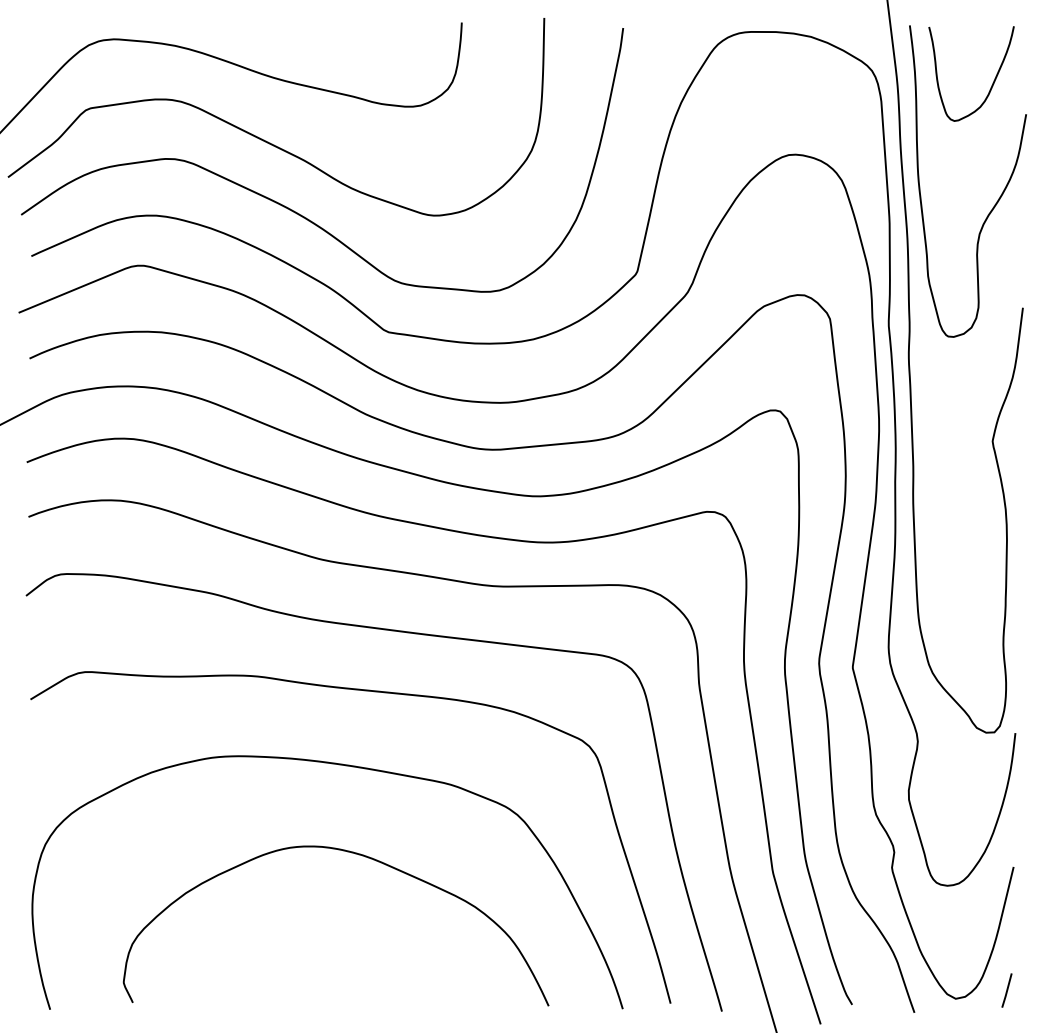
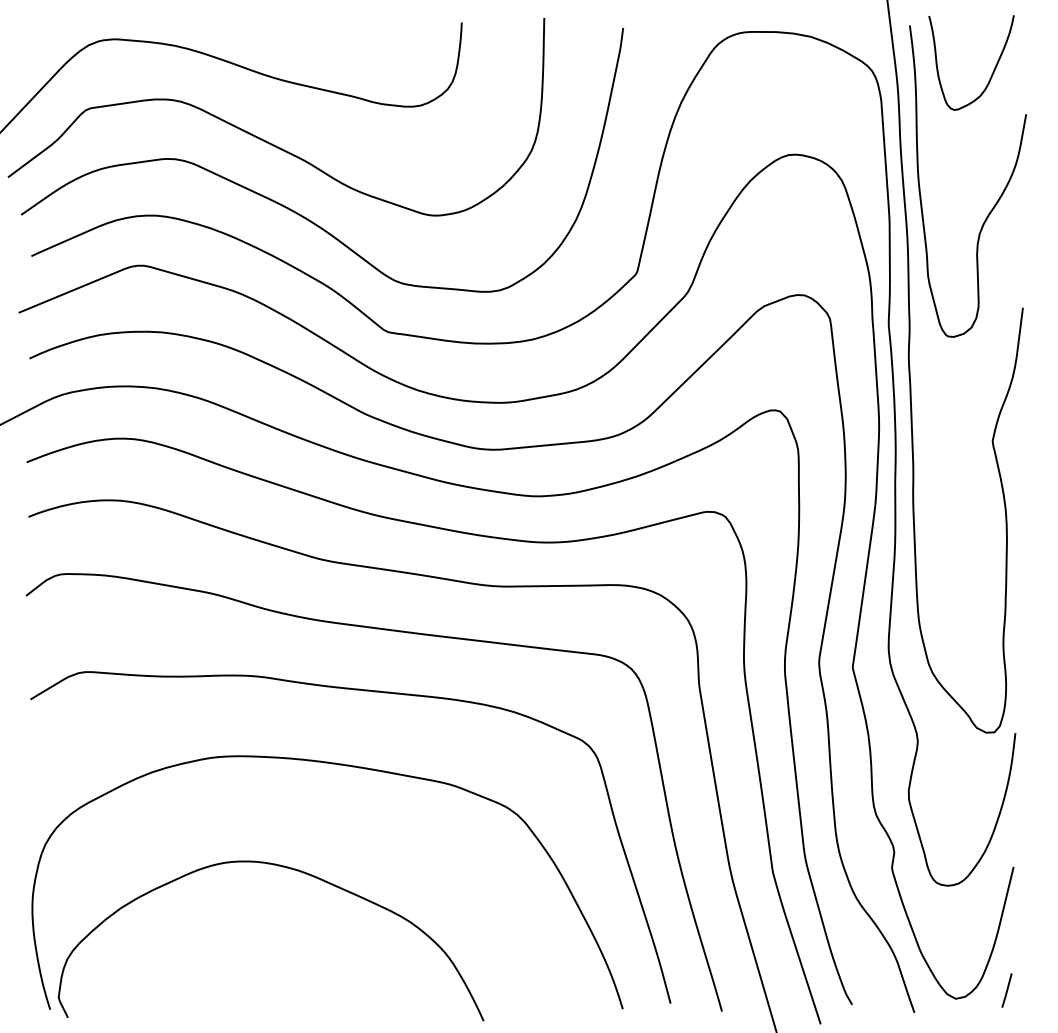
curve at (992, 82) position: (992, 82) -> (992, 71)
curve at (358, 855) position: (358, 855) -> (293, 870)
